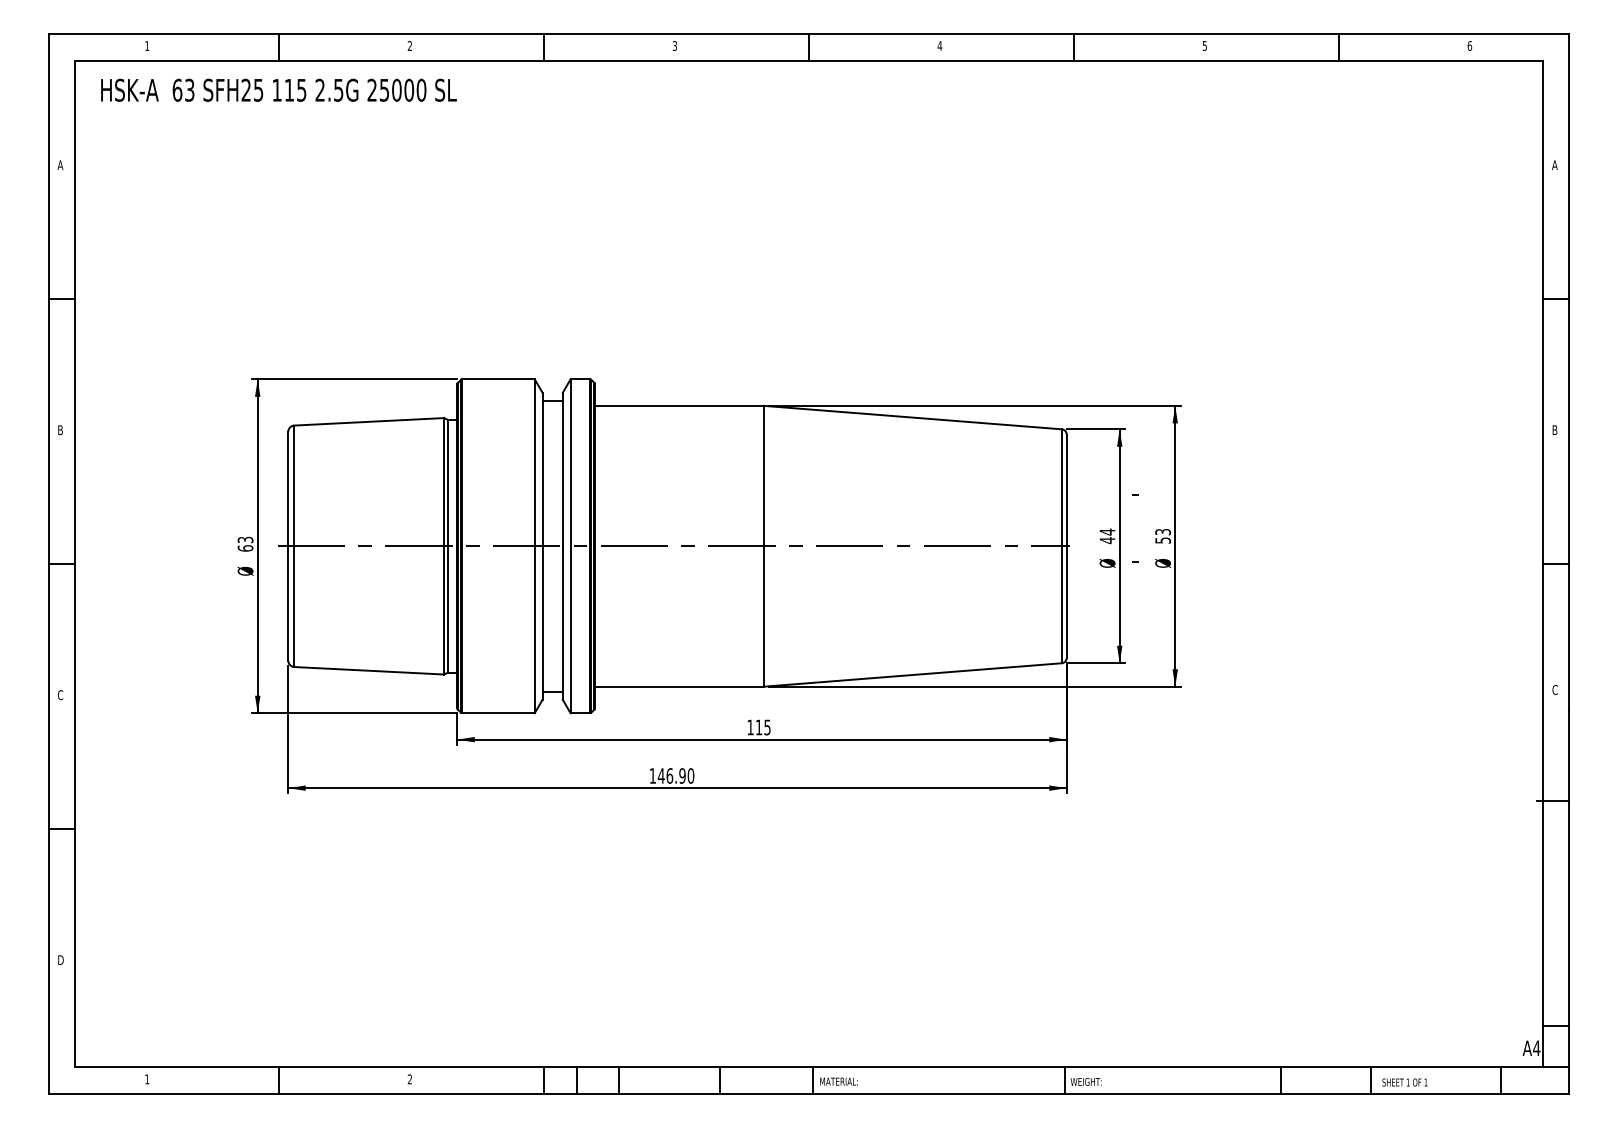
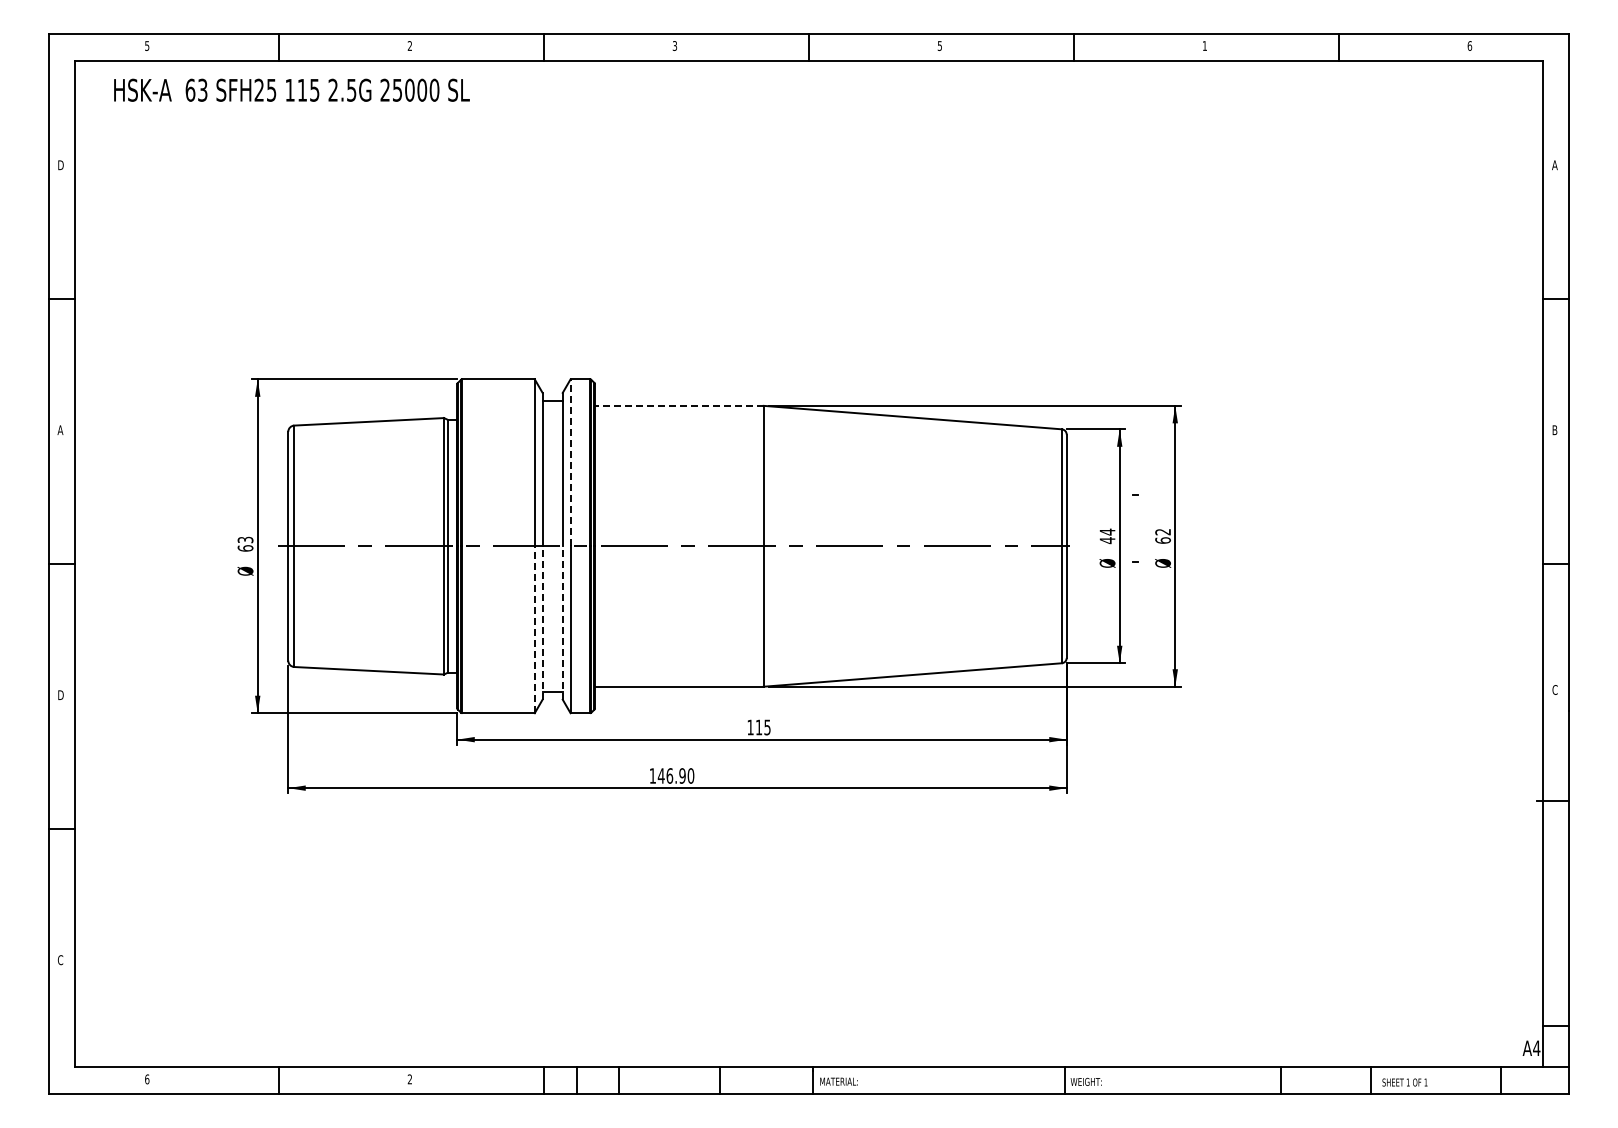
text at (147, 45): 1 -> 5
text at (939, 46): 4 -> 5
text at (1204, 46): 5 -> 1
text at (278, 89) position: (278, 89) -> (291, 89)
text at (60, 165): A -> D
line at (678, 405): solid -> dashed
text at (60, 430): B -> A
line at (570, 462): solid -> dashed
text at (1163, 536): 53 -> 62
line at (542, 622): solid -> dashed
line at (562, 622): solid -> dashed
line at (534, 629): solid -> dashed
text at (60, 695): C -> D
text at (60, 960): D -> C
text at (147, 1079): 1 -> 6
